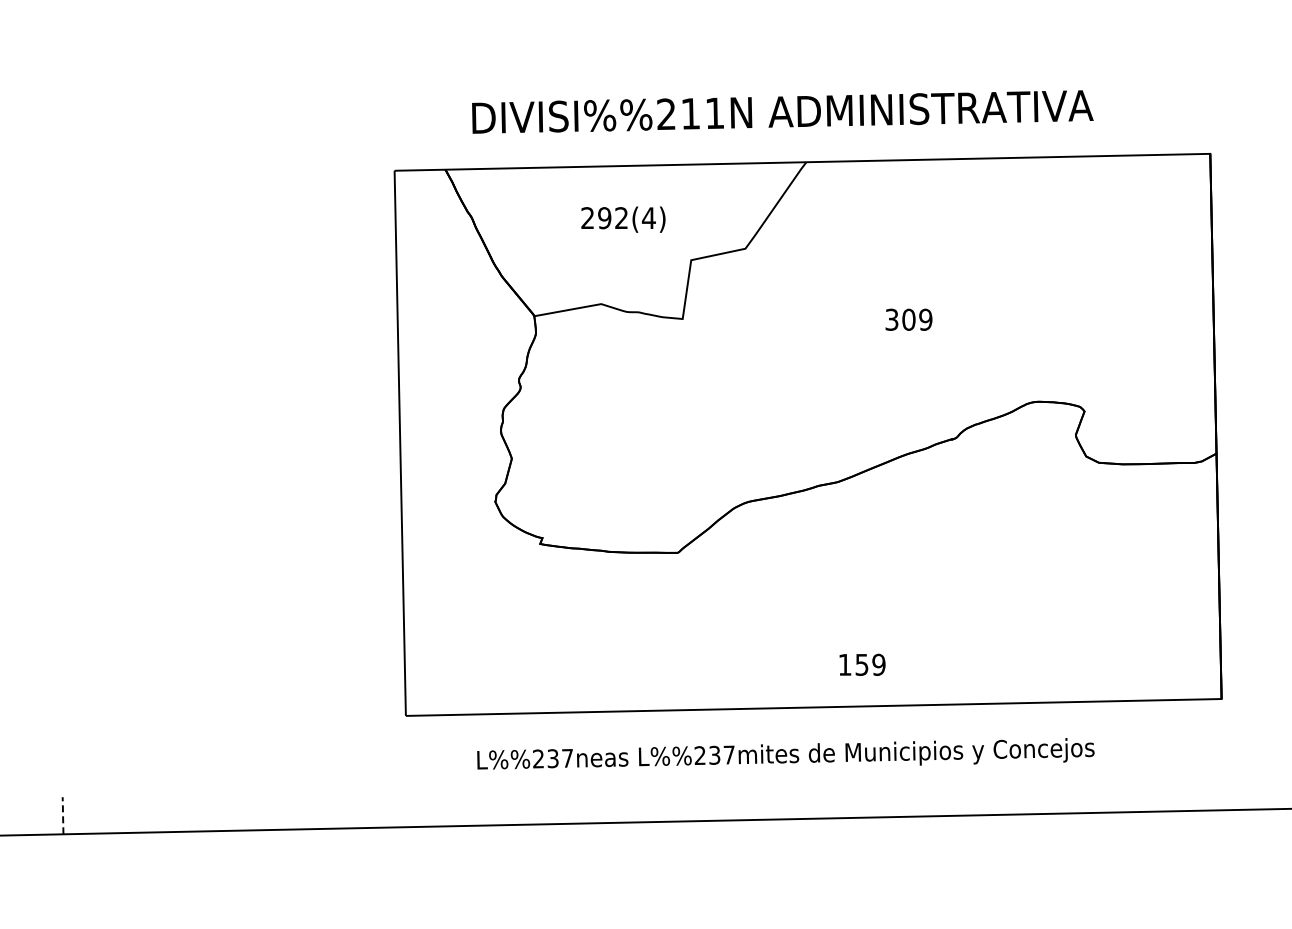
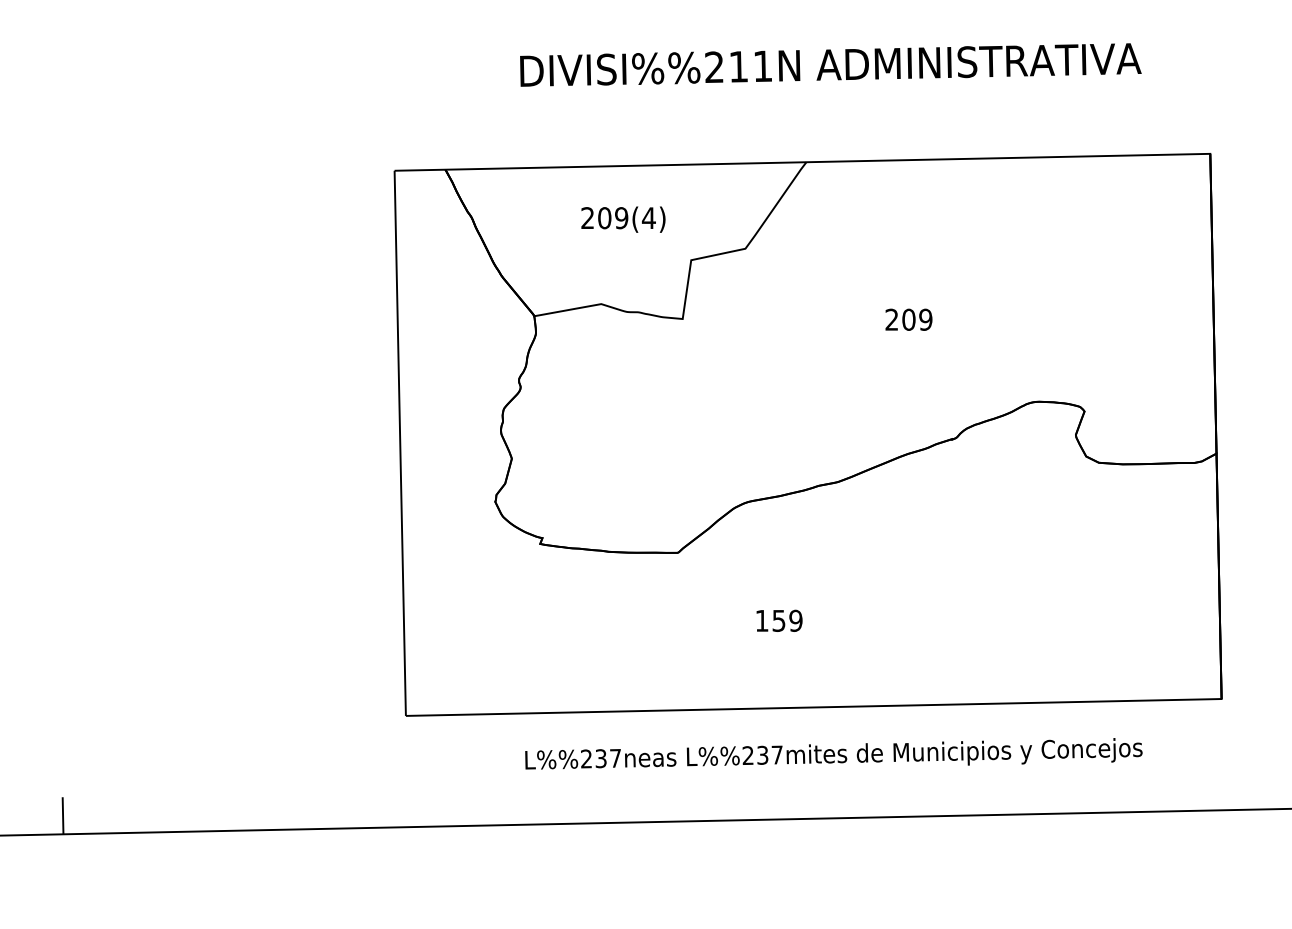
text at (782, 111) position: (782, 111) -> (830, 64)
text at (613, 218): 292(4) -> 209(4)
text at (891, 319): 309 -> 209
text at (862, 664) position: (862, 664) -> (779, 620)
text at (785, 753) position: (785, 753) -> (833, 753)
line at (63, 815): dashed -> solid
